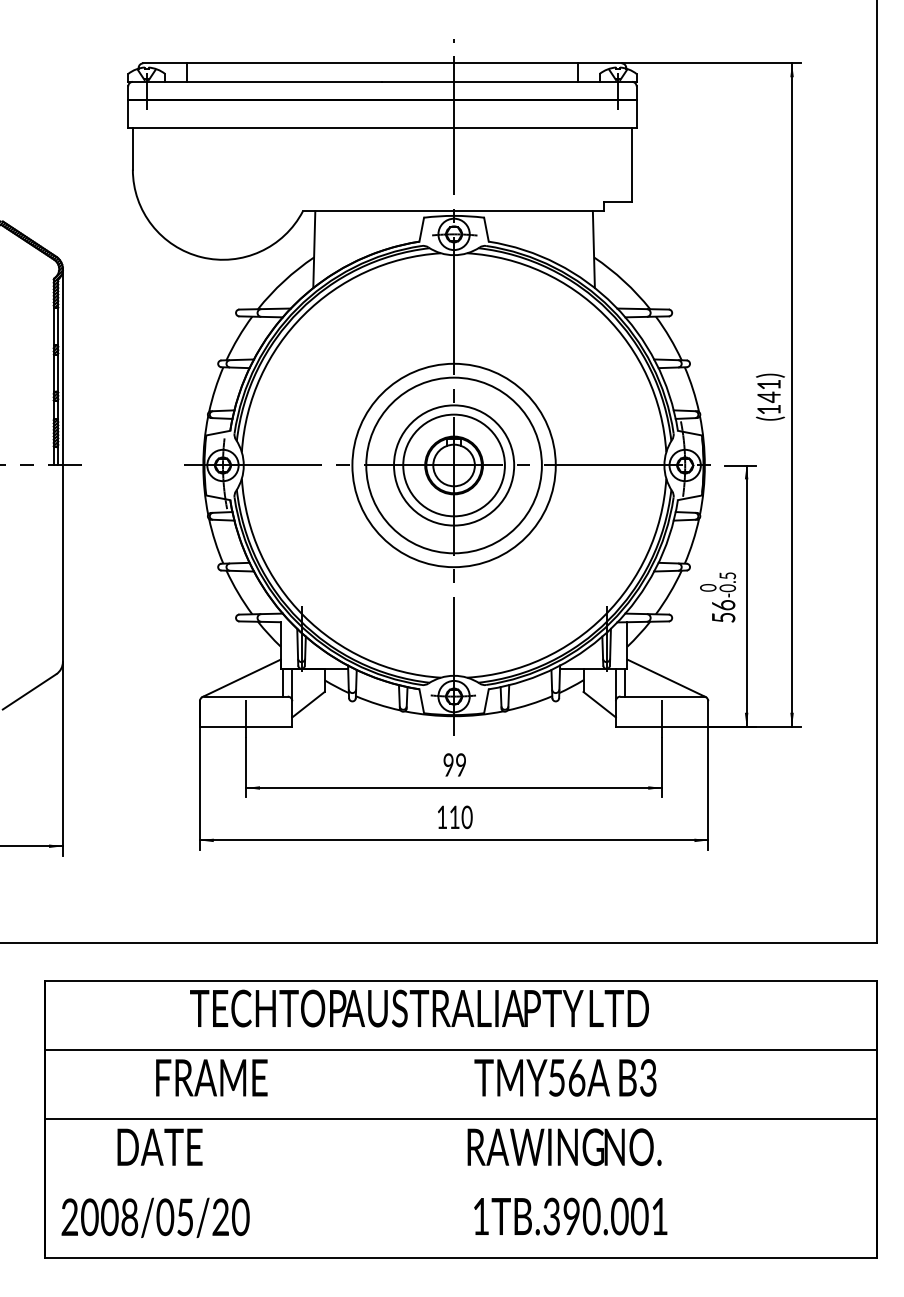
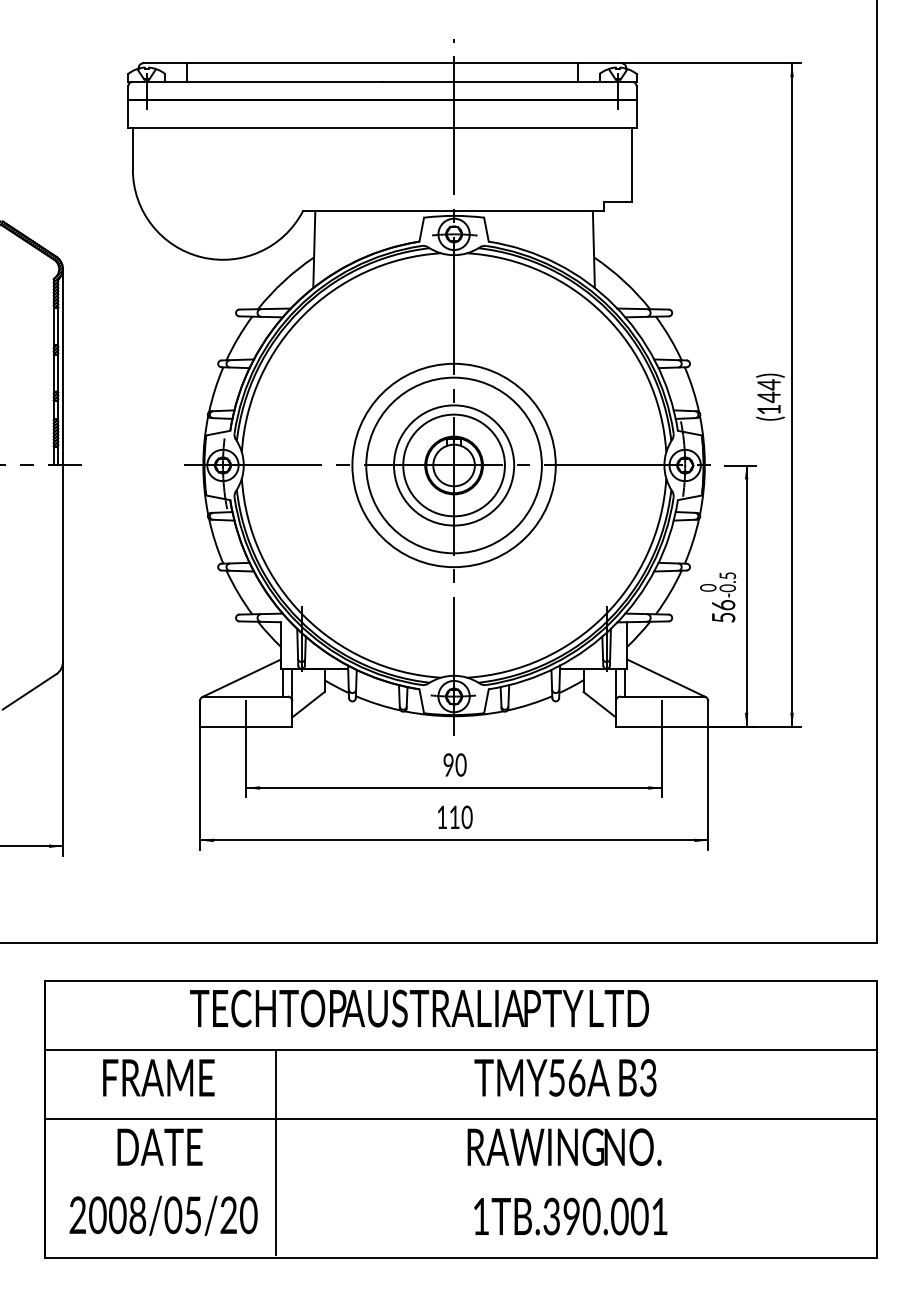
text at (768, 384): (141) -> (144)
text at (460, 765): 99 -> 90
text at (211, 1077) position: (211, 1077) -> (158, 1077)
line at (275, 1152): none -> present
text at (155, 1217) position: (155, 1217) -> (163, 1215)
